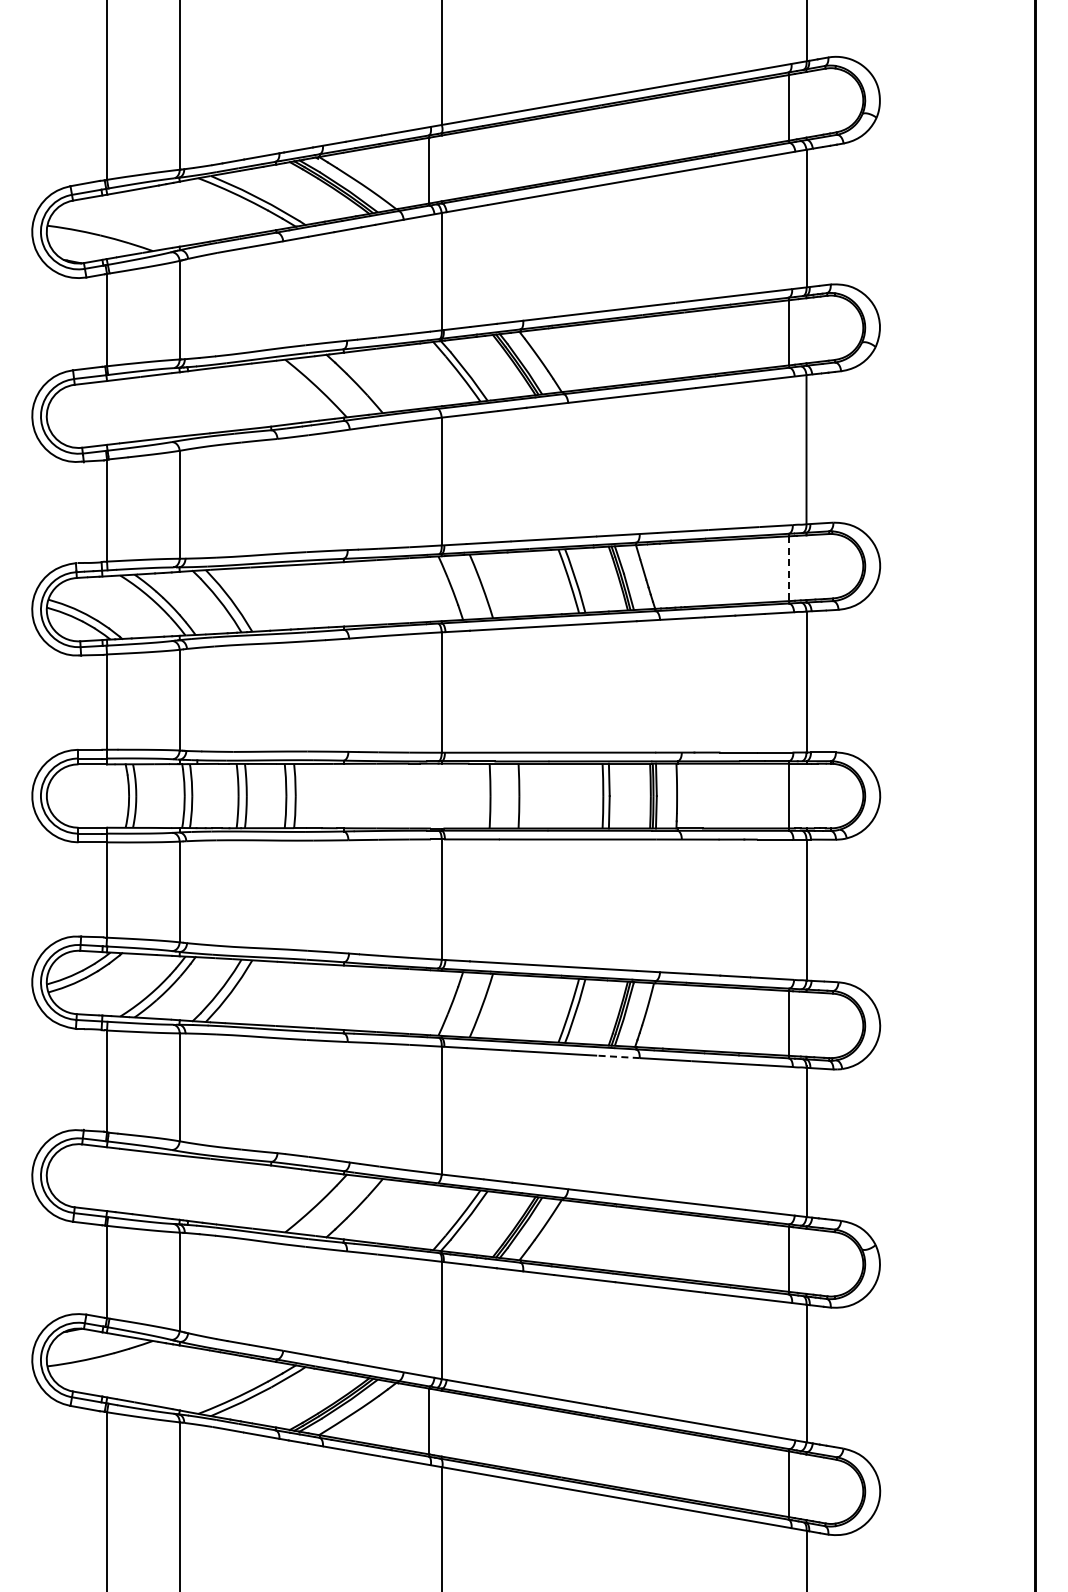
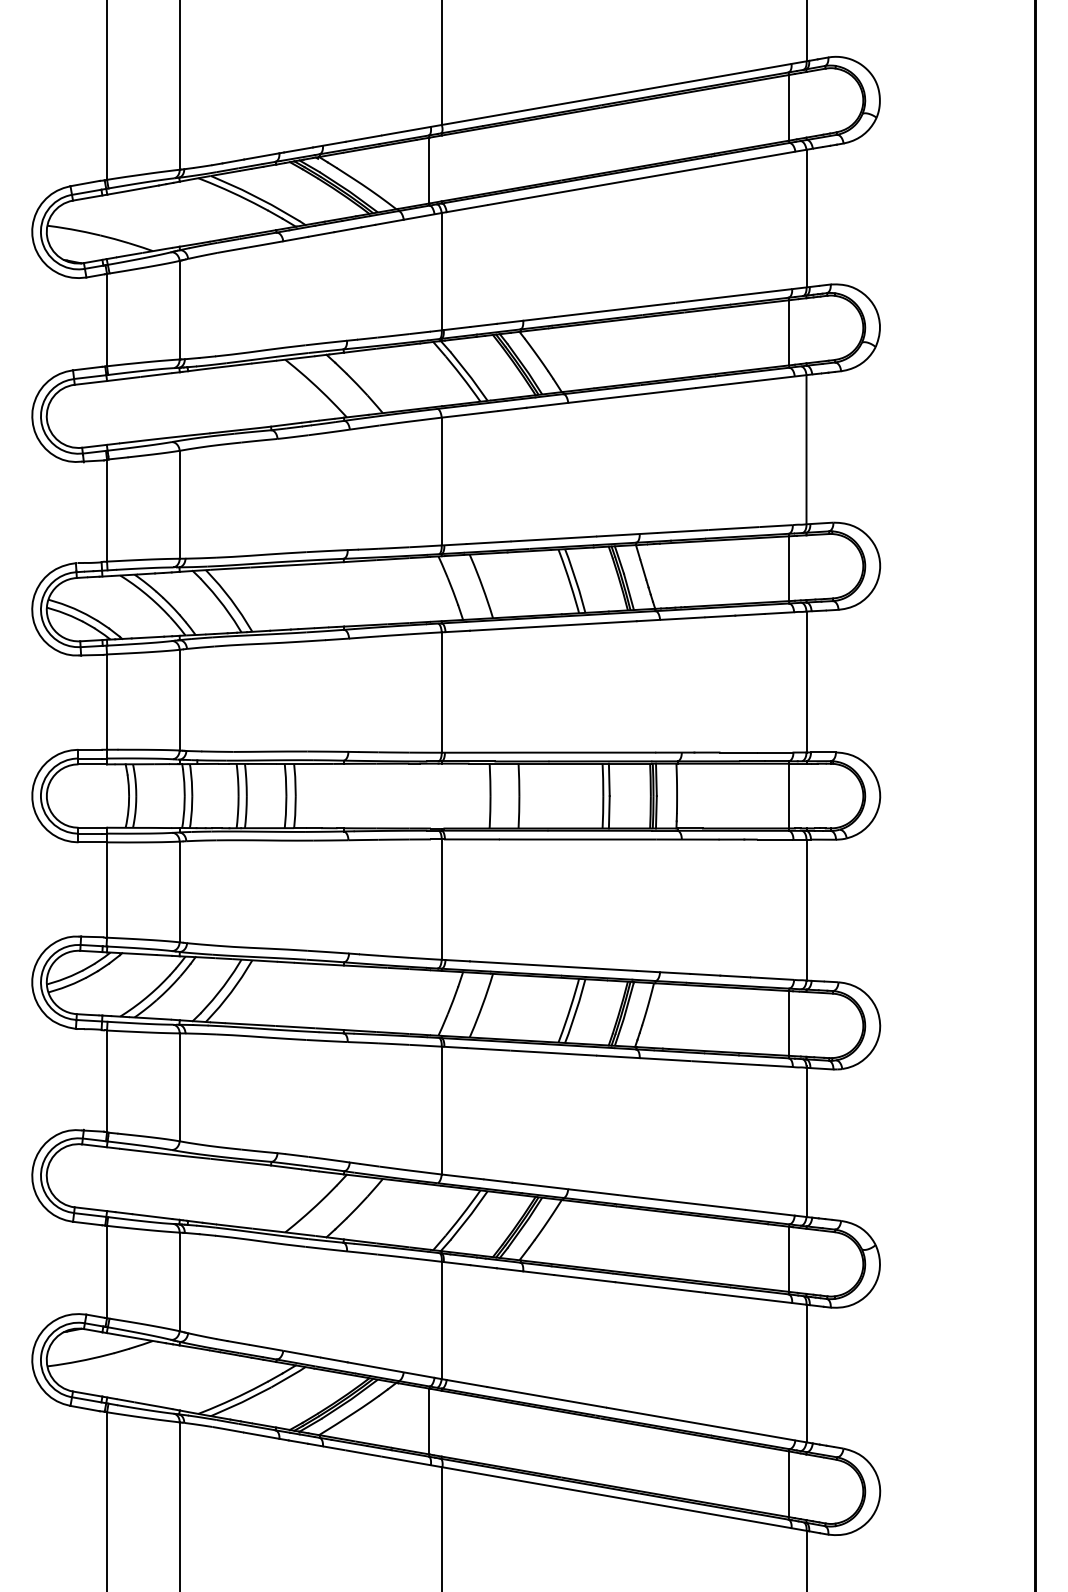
line at (789, 569): dashed -> solid
line at (617, 1056): dashed -> solid
